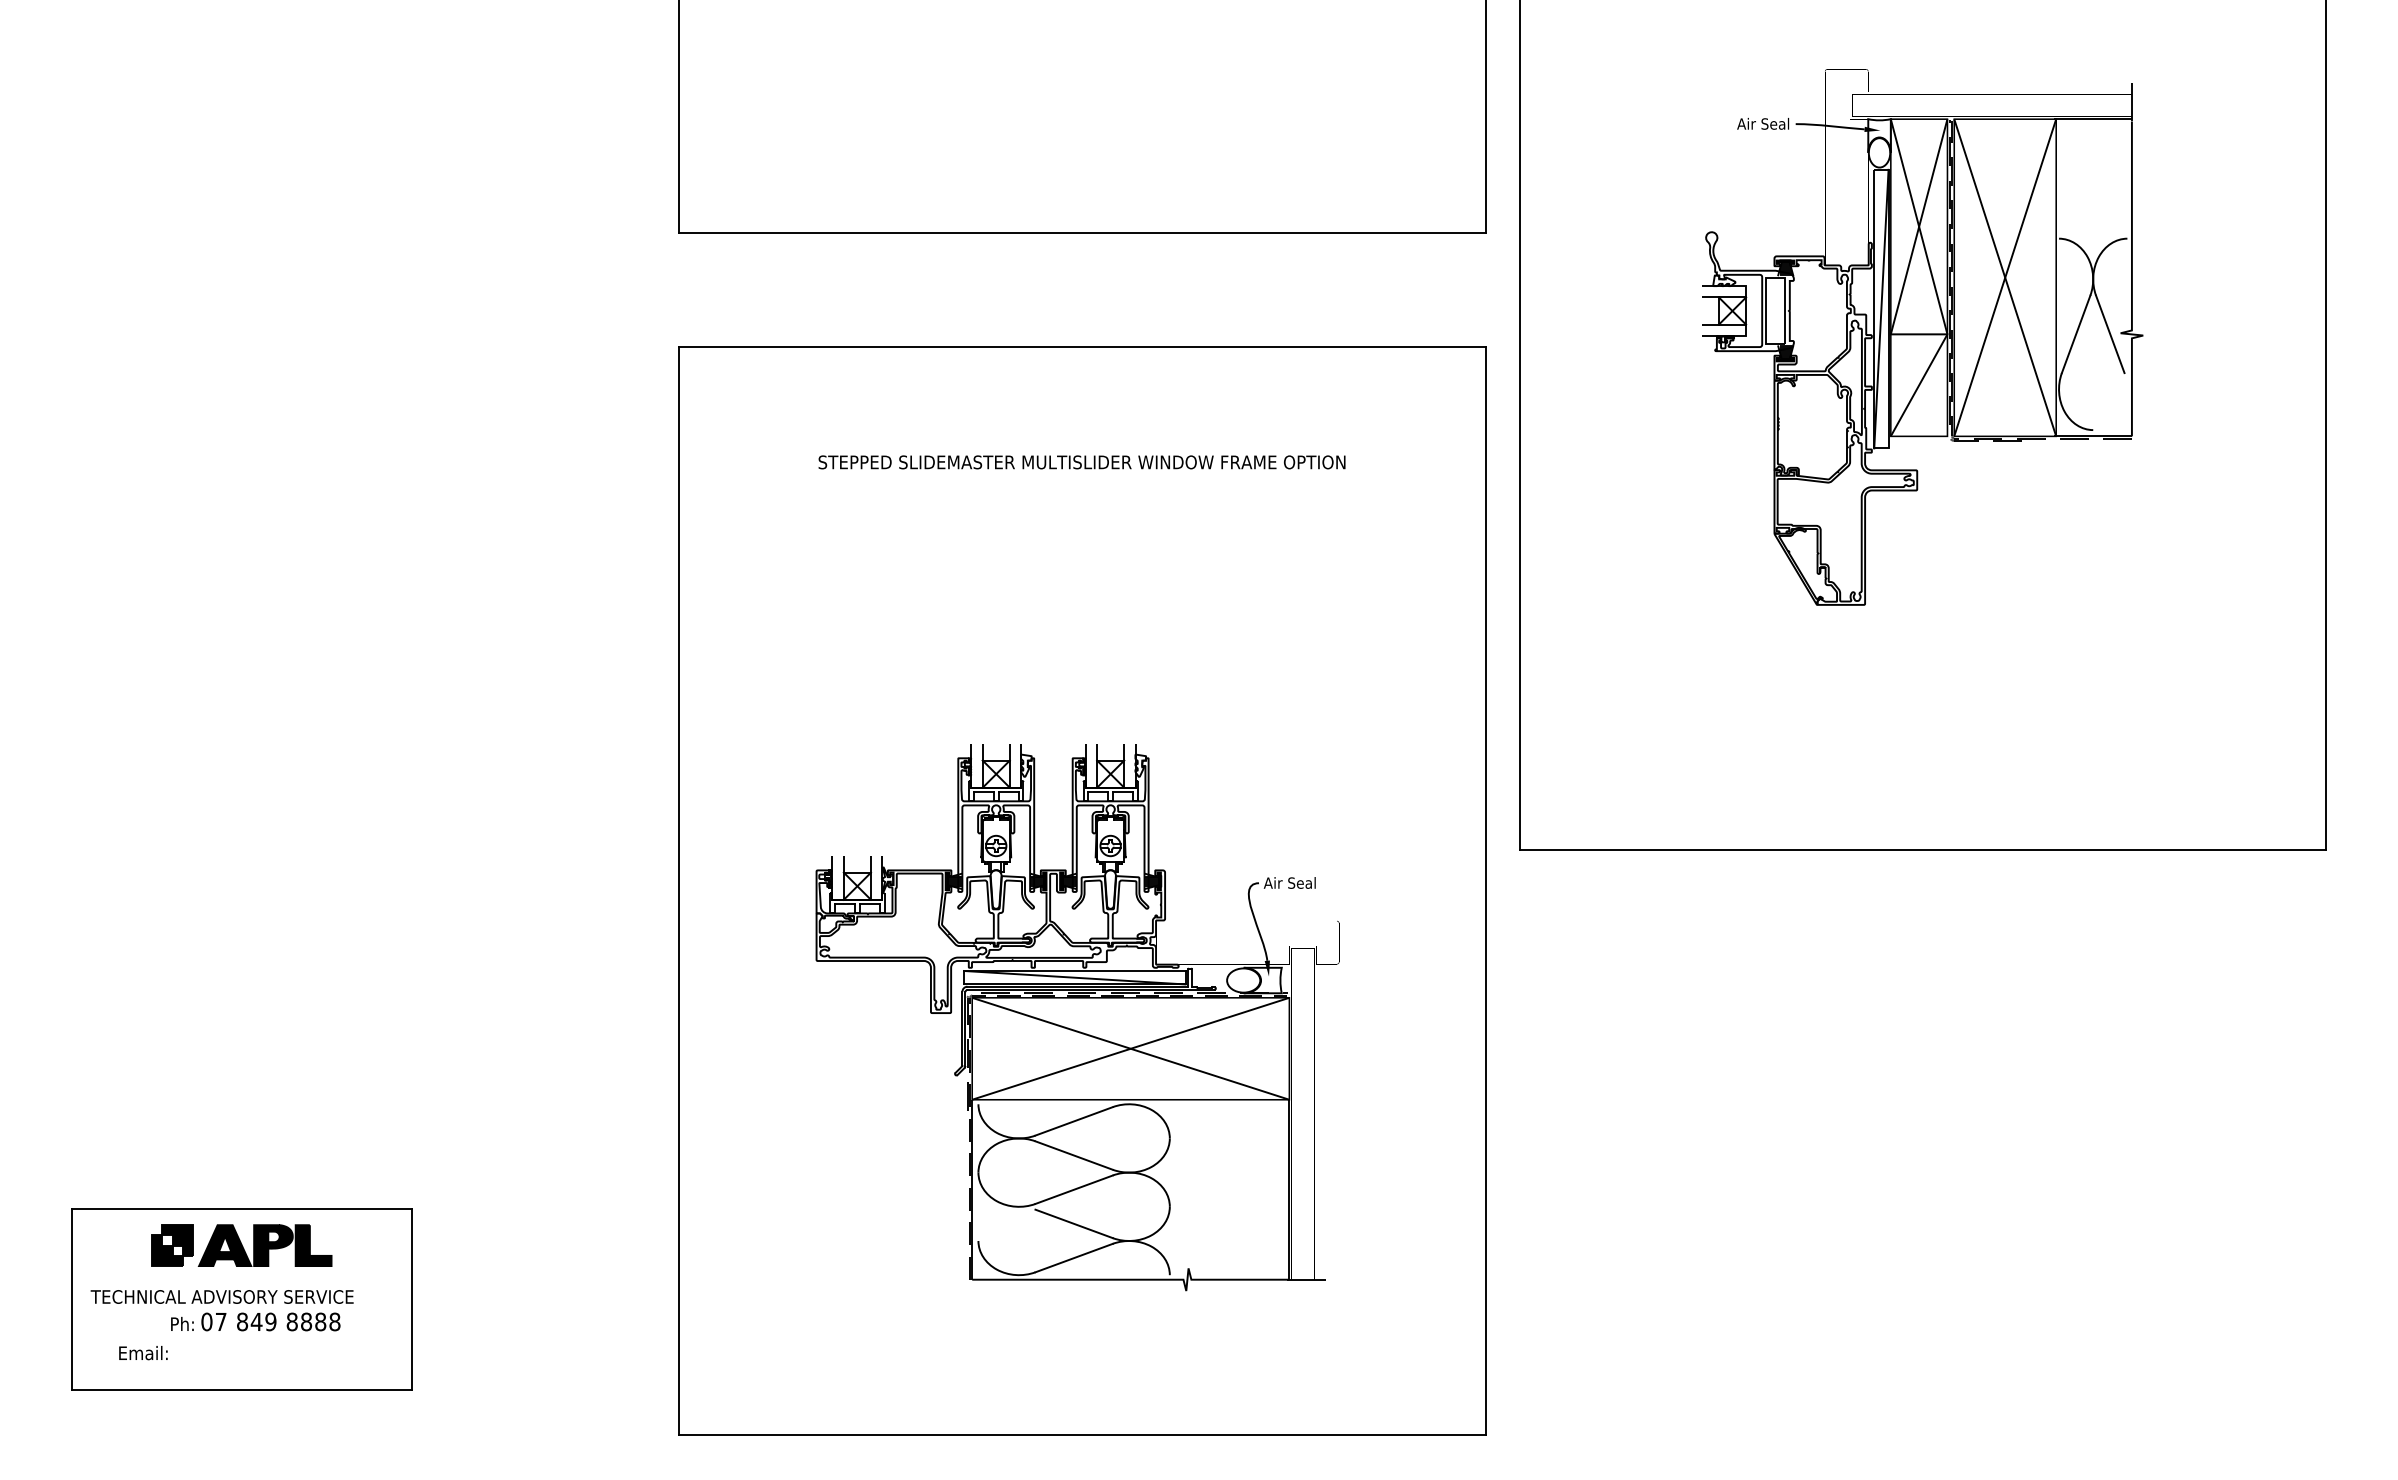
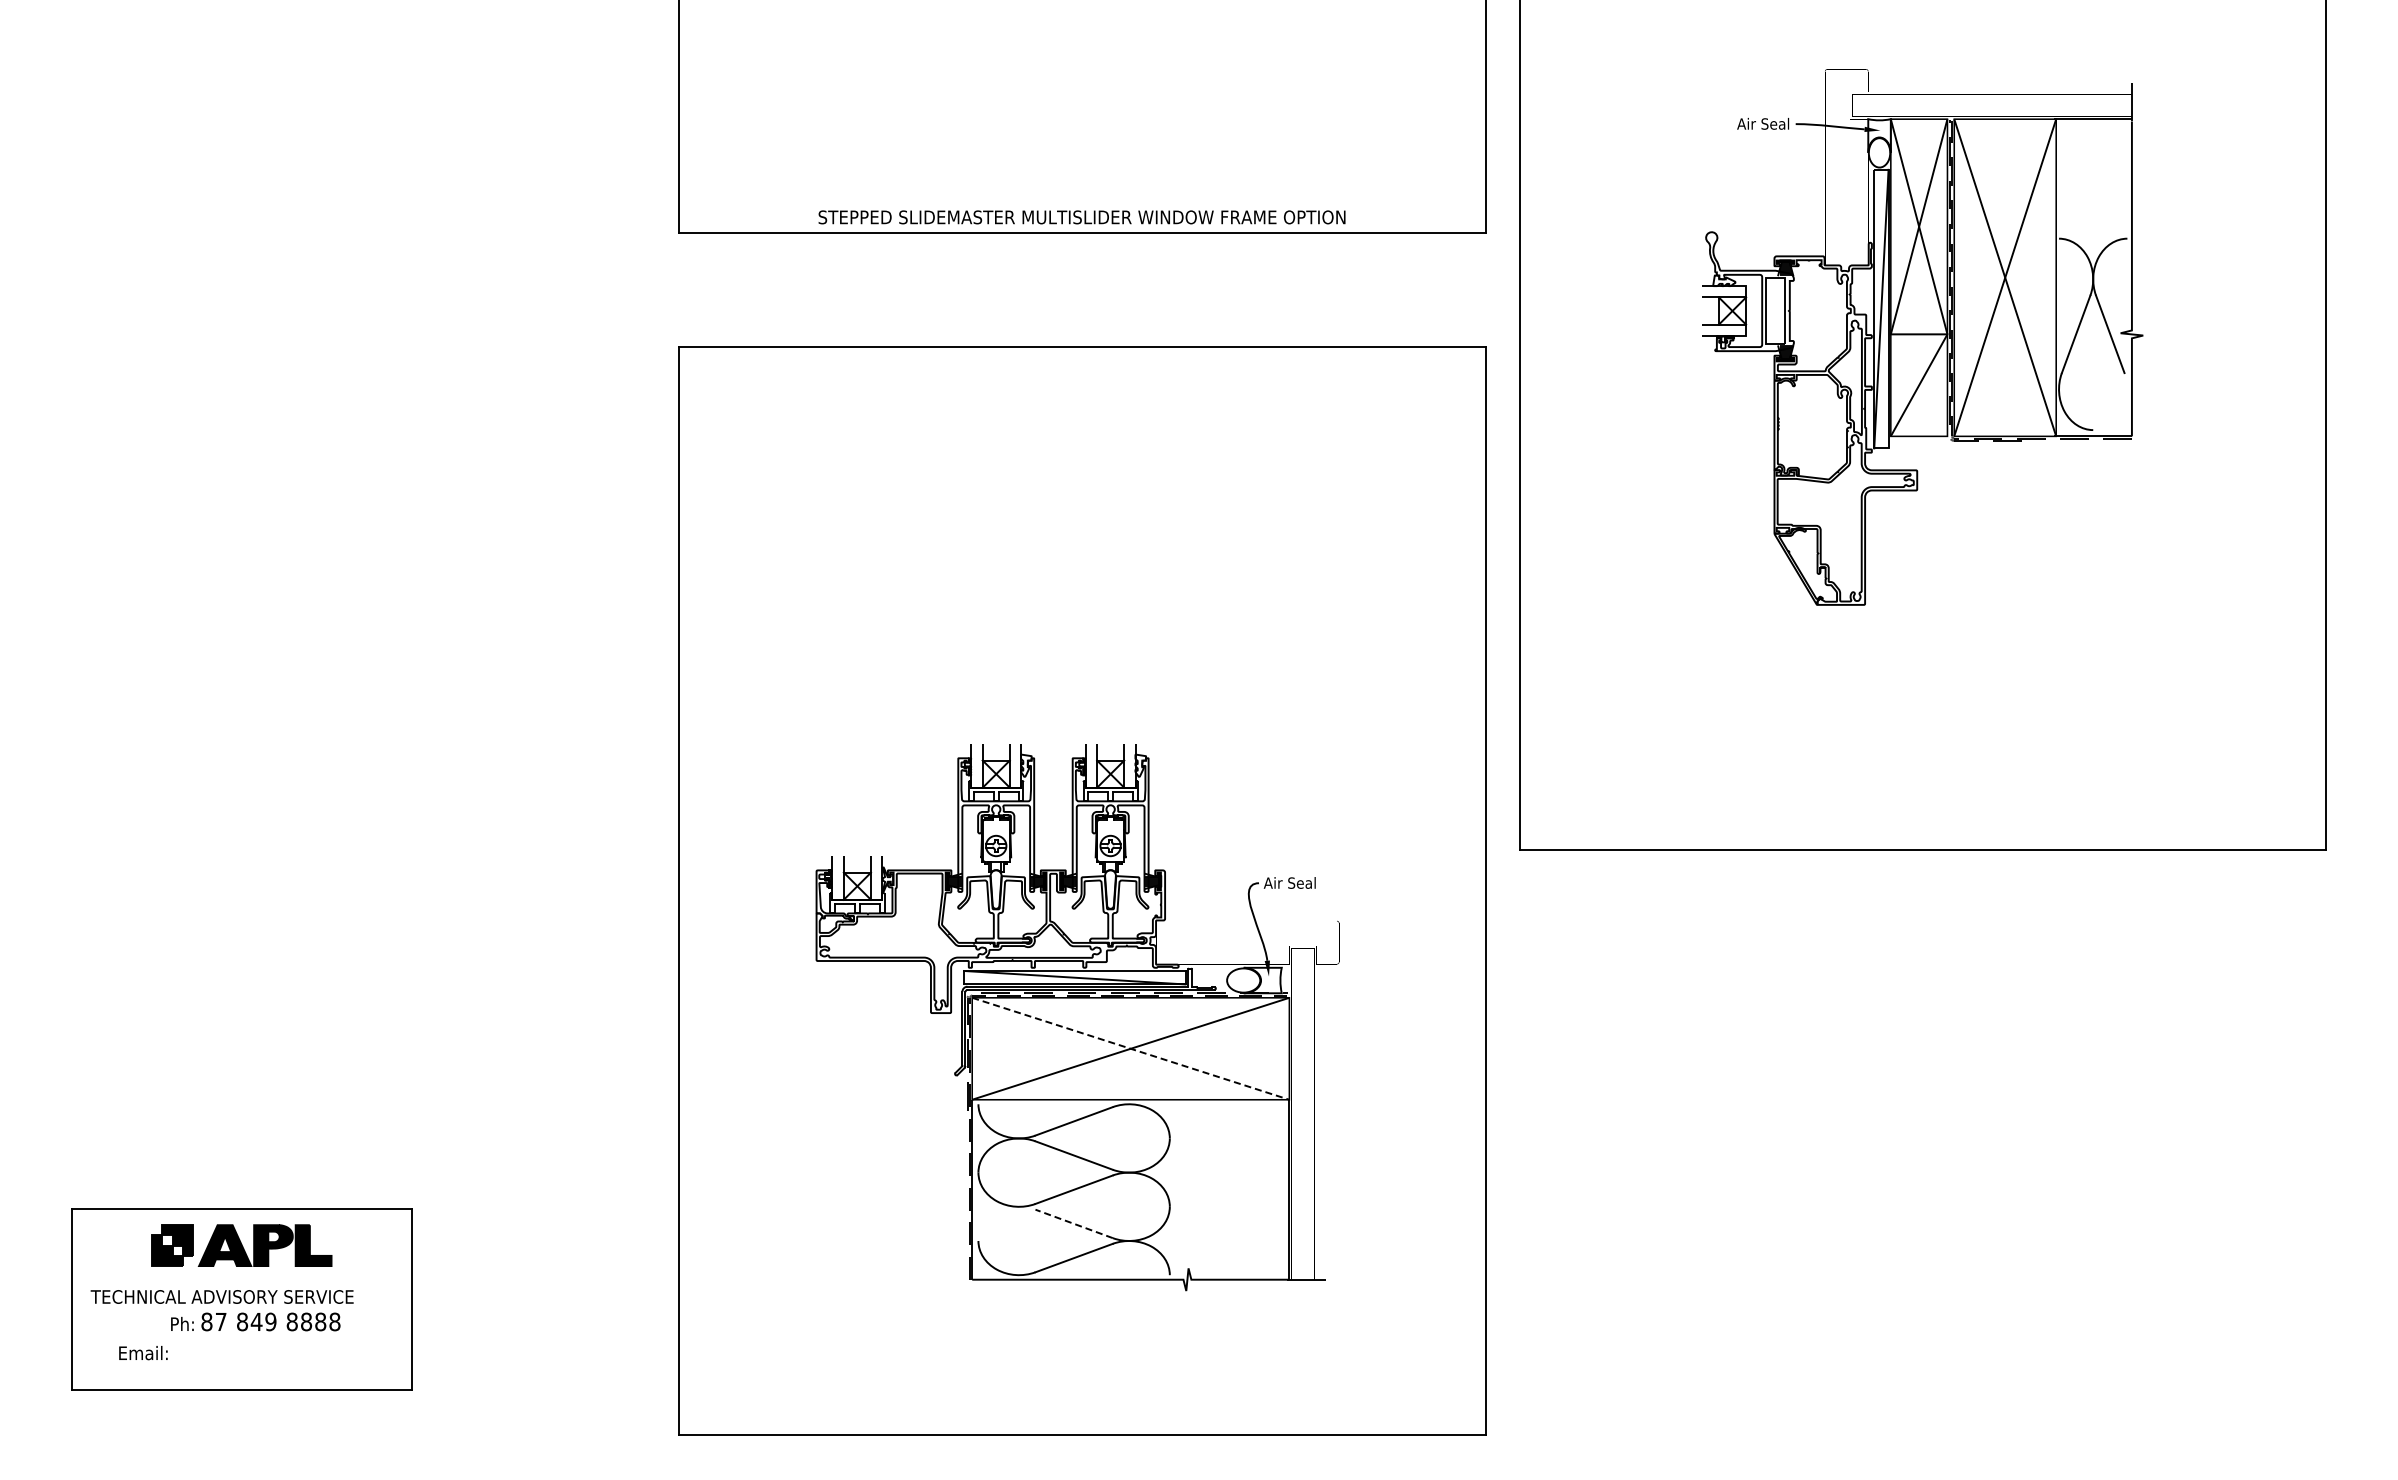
text at (1081, 462) position: (1081, 462) -> (1081, 217)
line at (1130, 1048): solid -> dashed
line at (1073, 1223): solid -> dashed
text at (206, 1321): 07 -> 87
